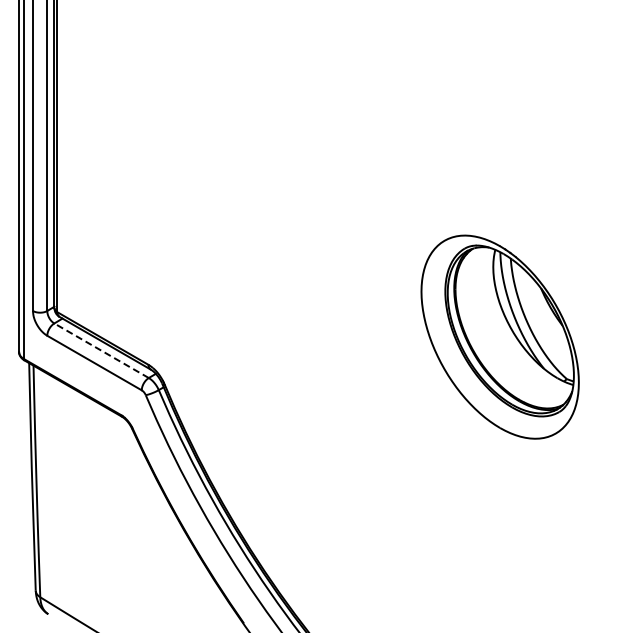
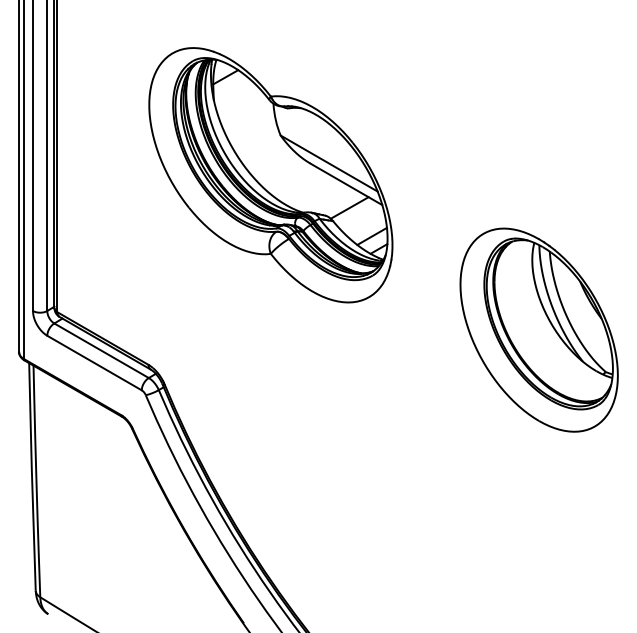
part at (270, 175): none -> present
part at (499, 336) position: (499, 336) -> (538, 329)
line at (101, 350): dashed -> solid
